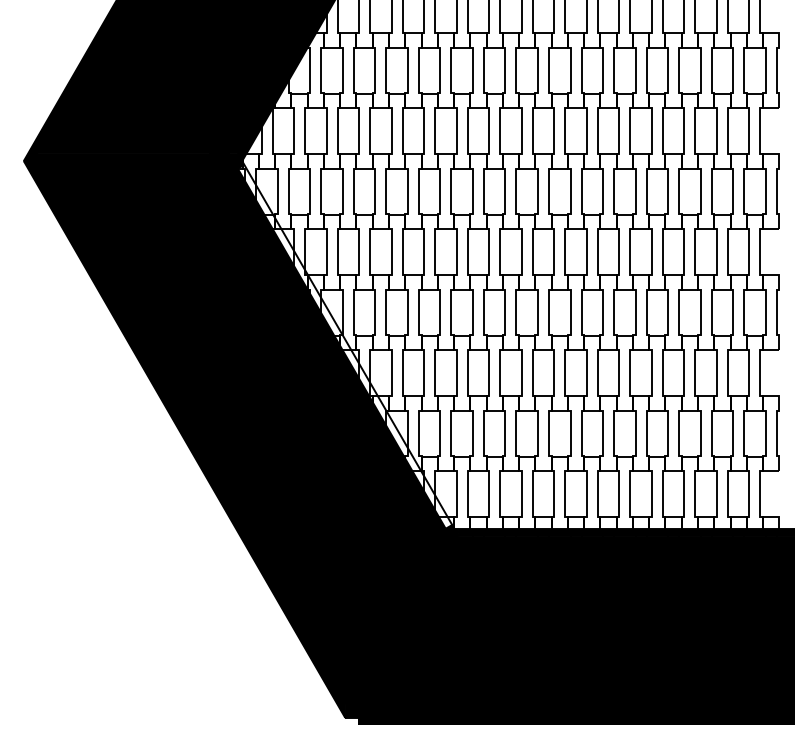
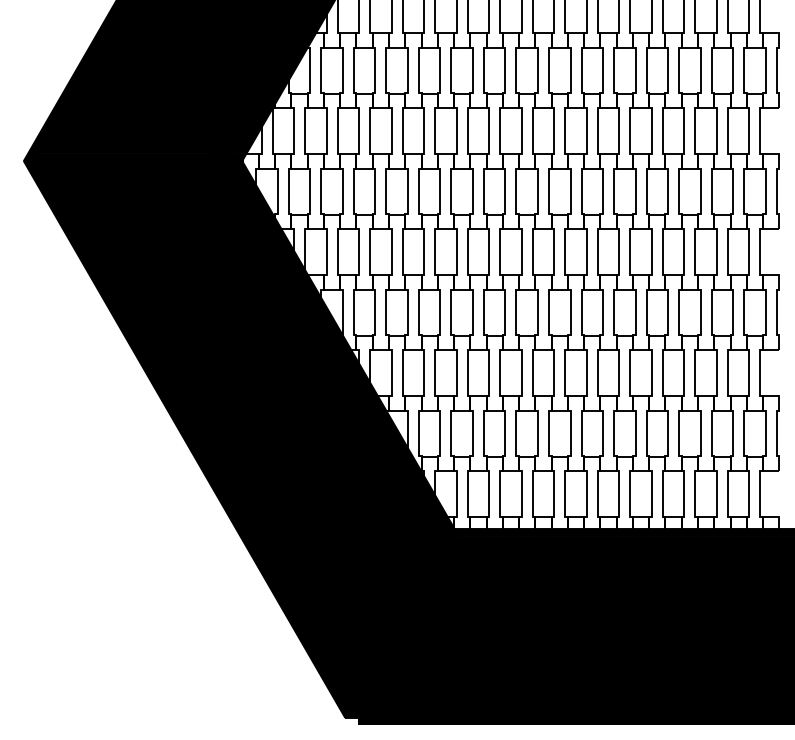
fill at (344, 346): none -> present
